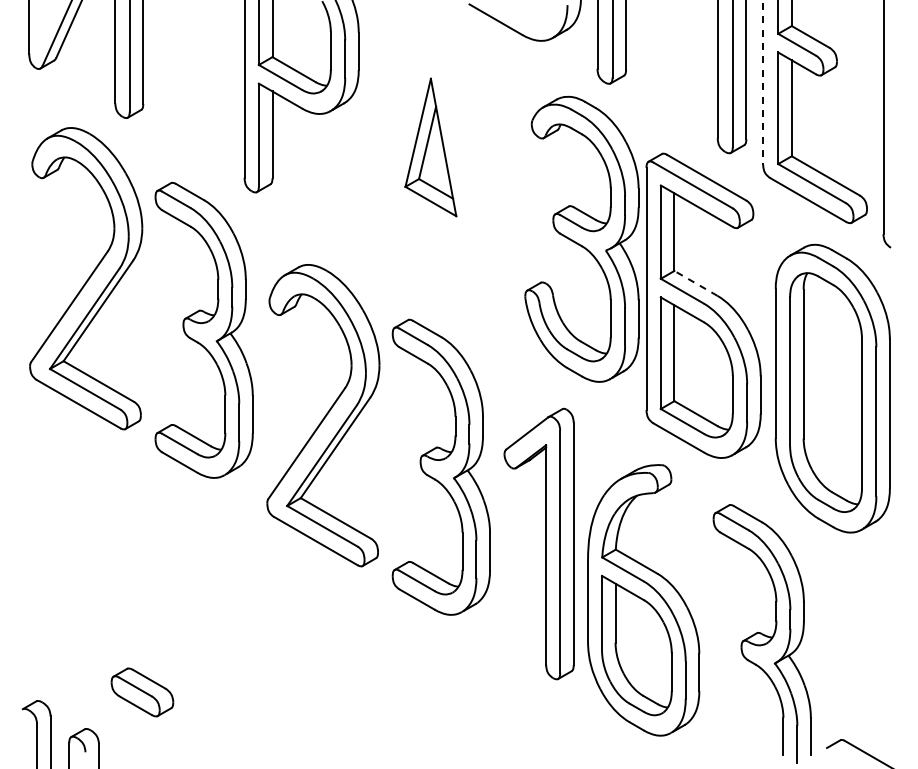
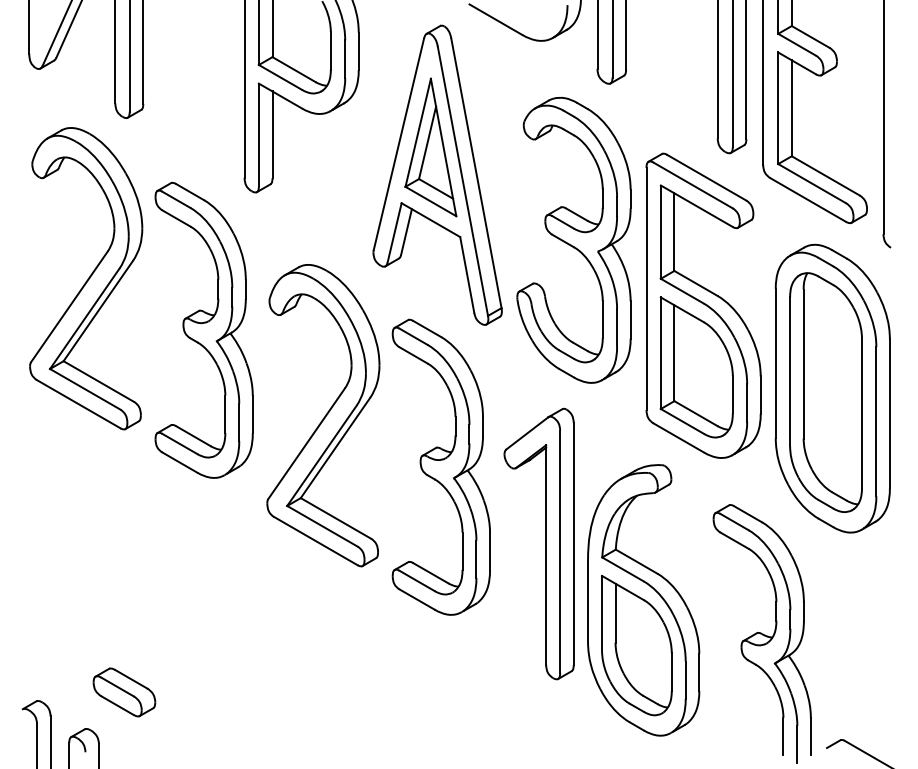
line at (763, 82): dashed -> solid
part at (437, 174): none -> present
part at (581, 238) position: (581, 238) -> (573, 239)
line at (695, 283): dashed -> solid
part at (142, 692) position: (142, 692) -> (124, 692)
